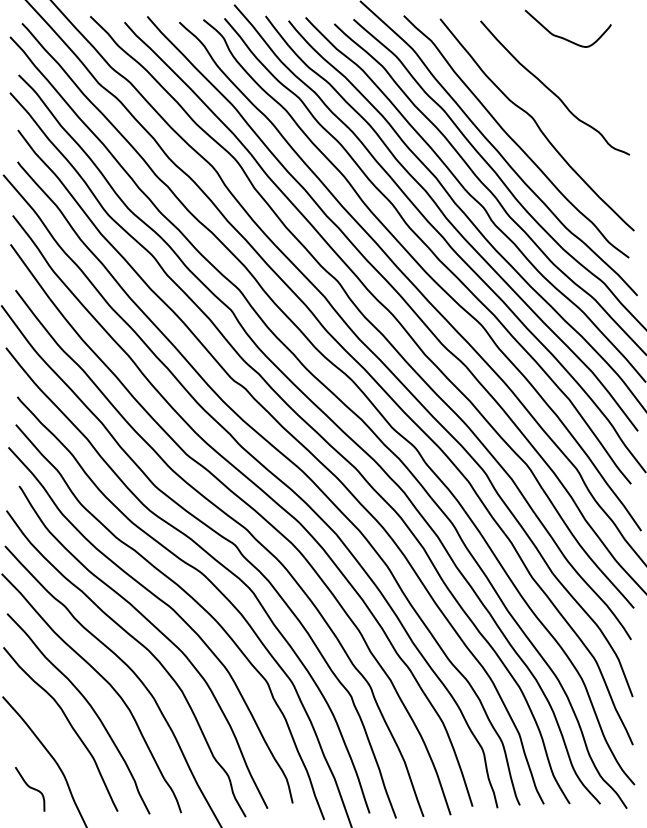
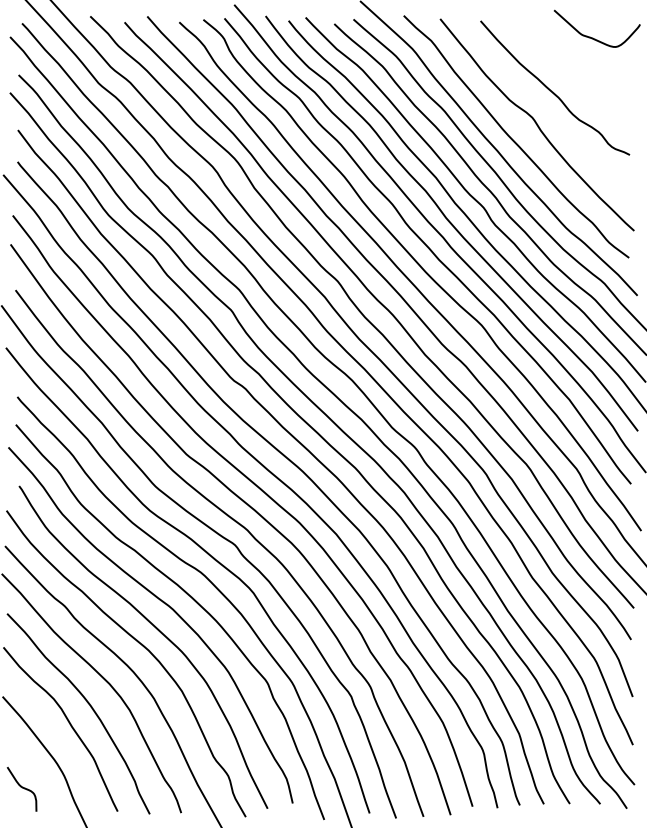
curve at (564, 37) position: (564, 37) -> (593, 37)
curve at (30, 788) position: (30, 788) -> (22, 788)
